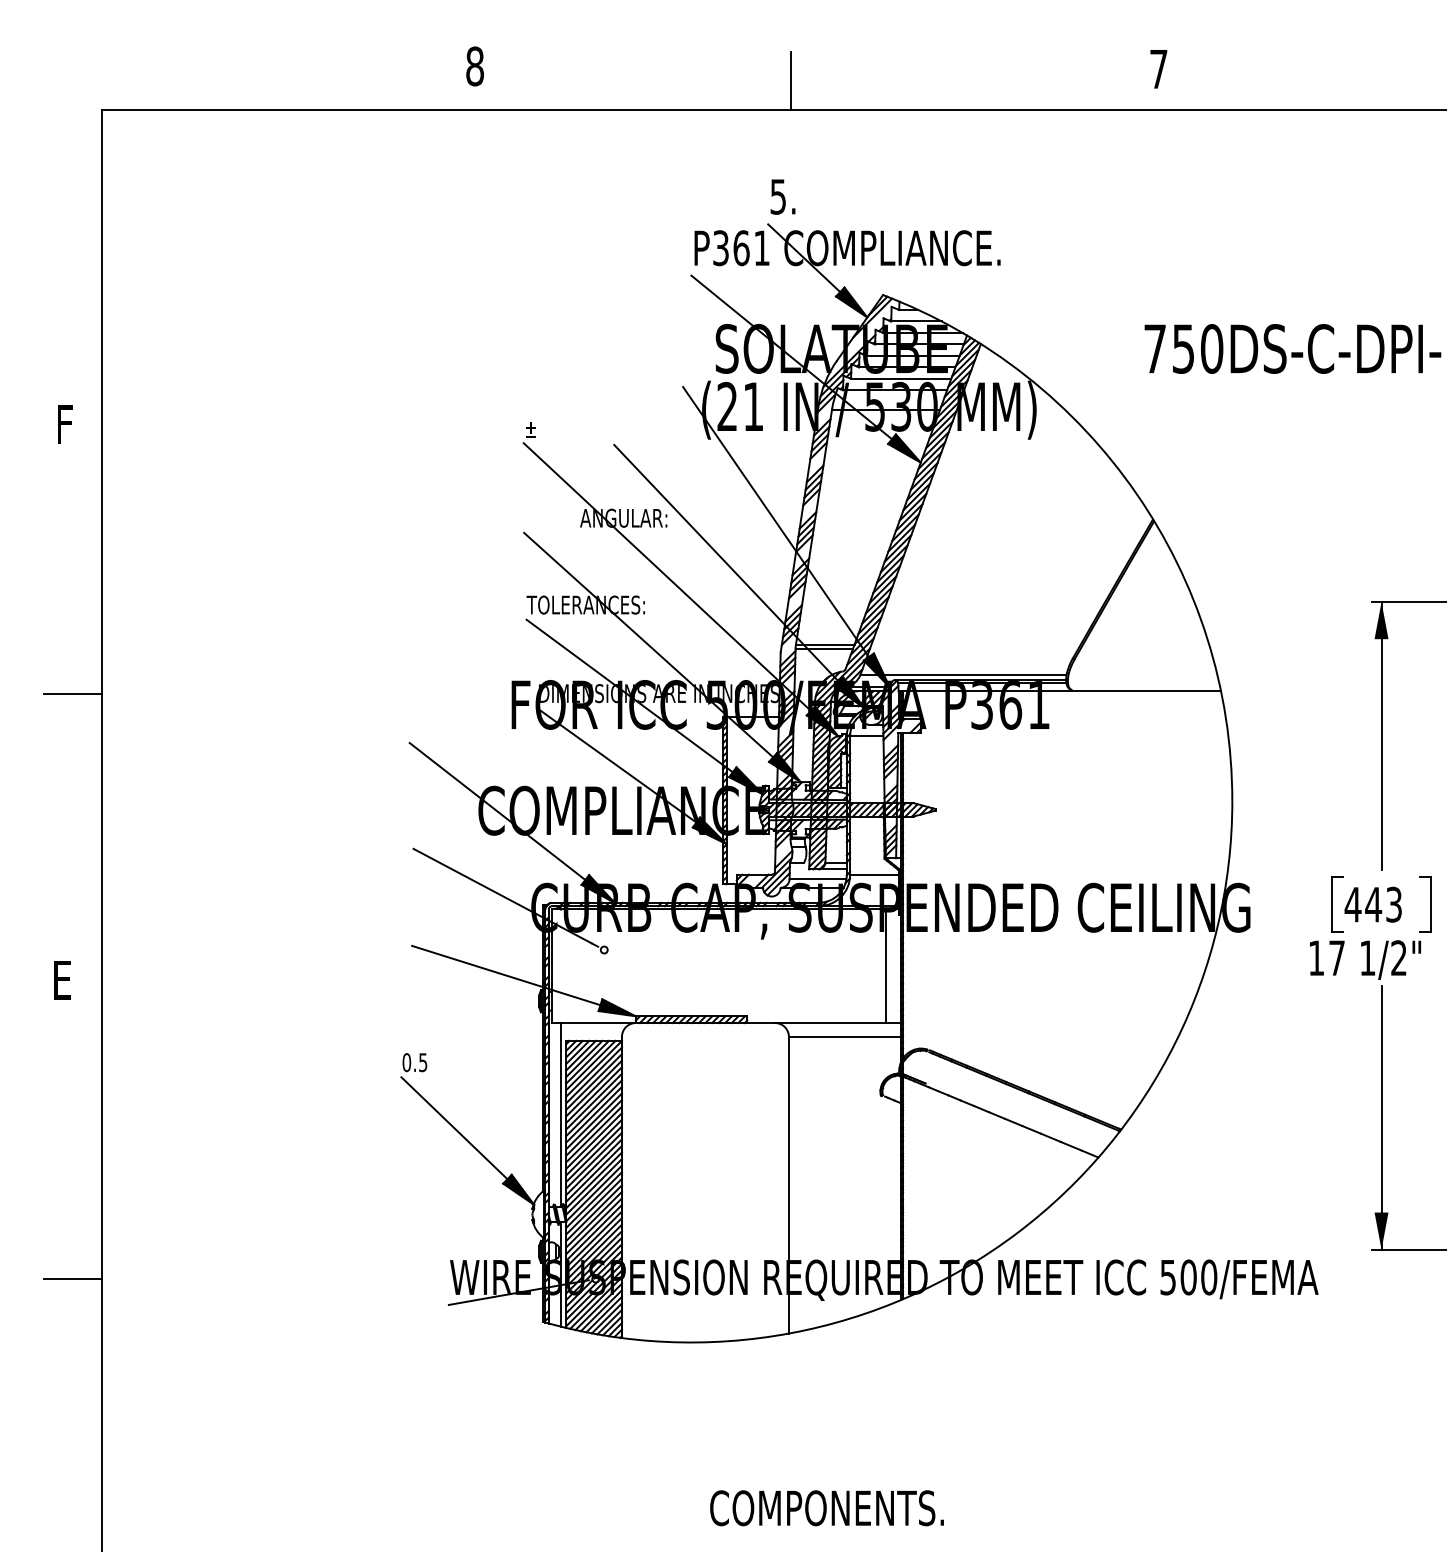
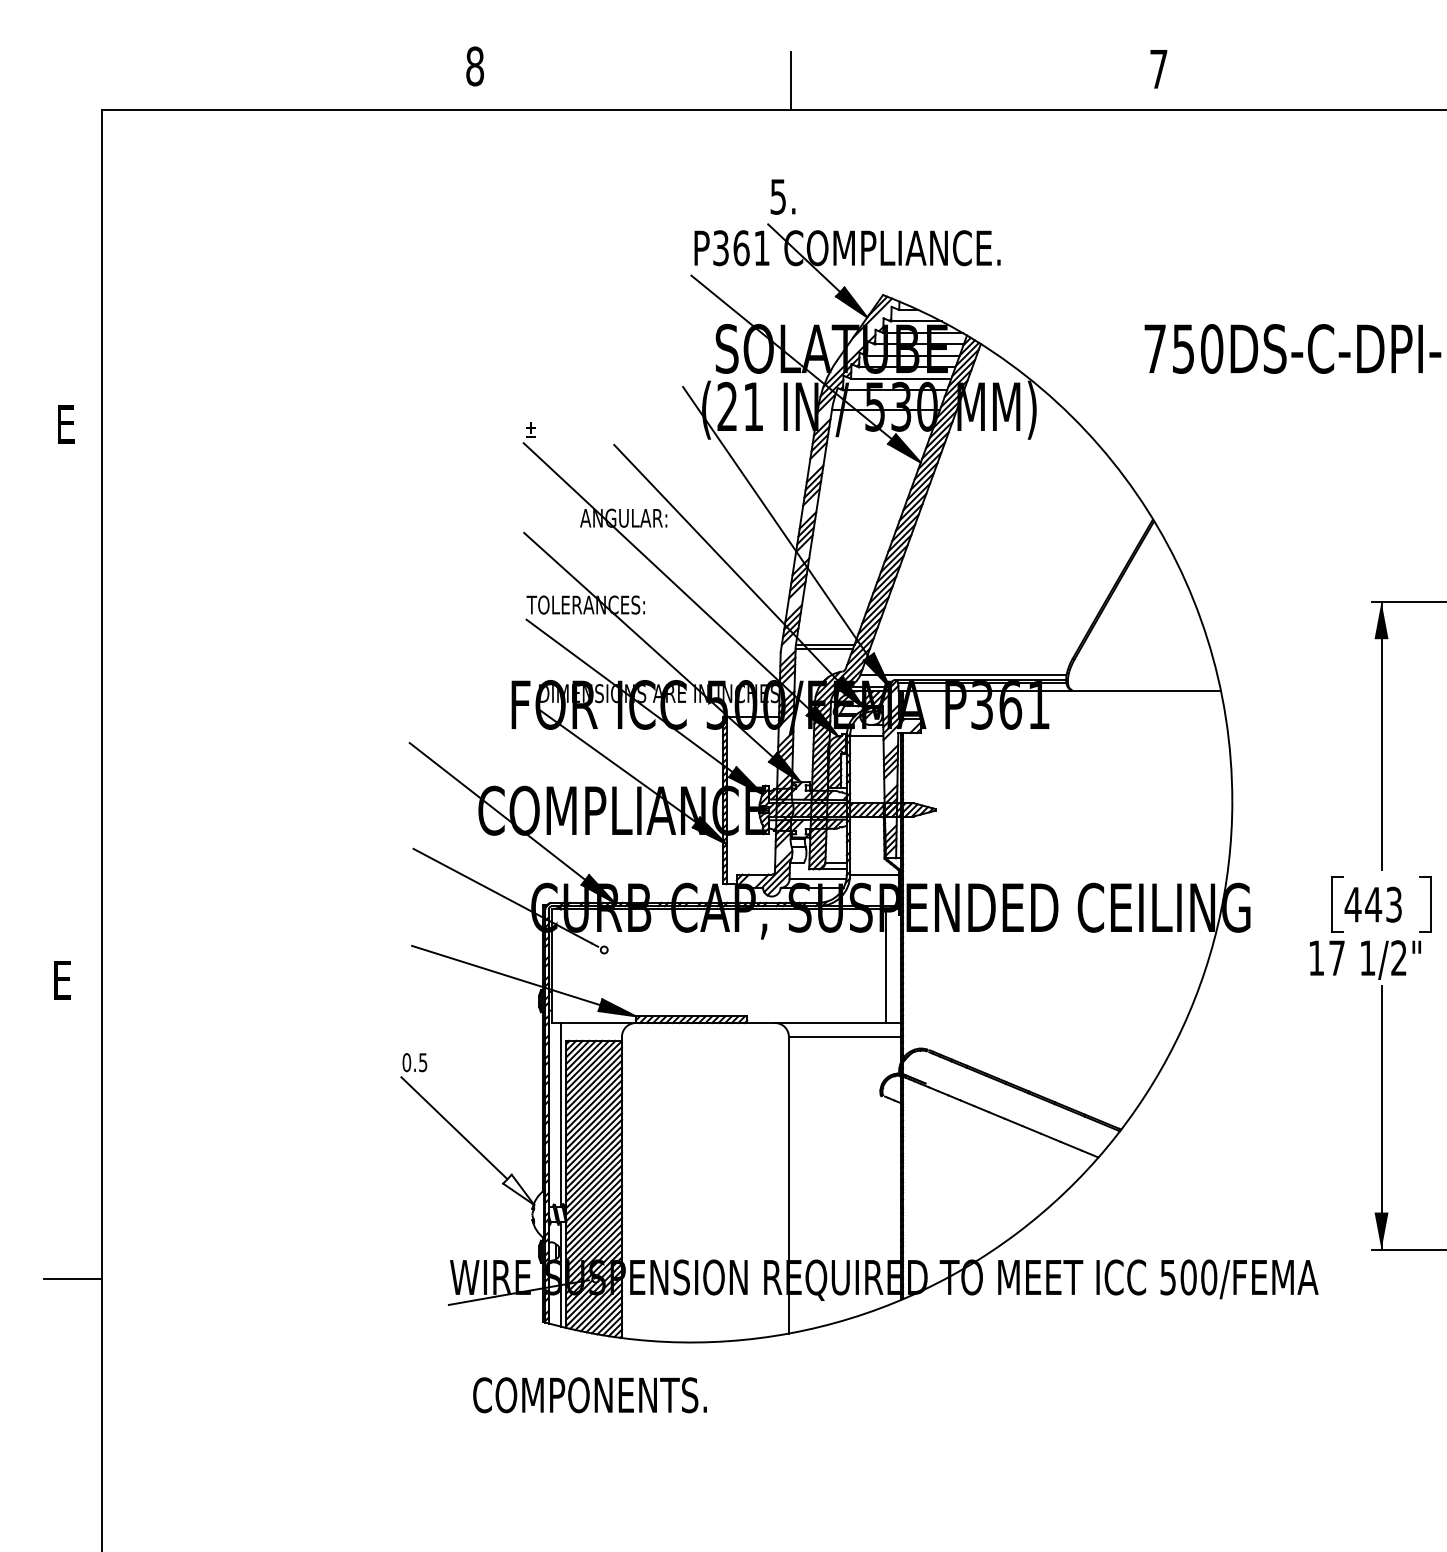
text at (67, 424): F -> E
line at (72, 694): present -> none
fill at (518, 1189): present -> none
text at (826, 1508) position: (826, 1508) -> (589, 1395)
